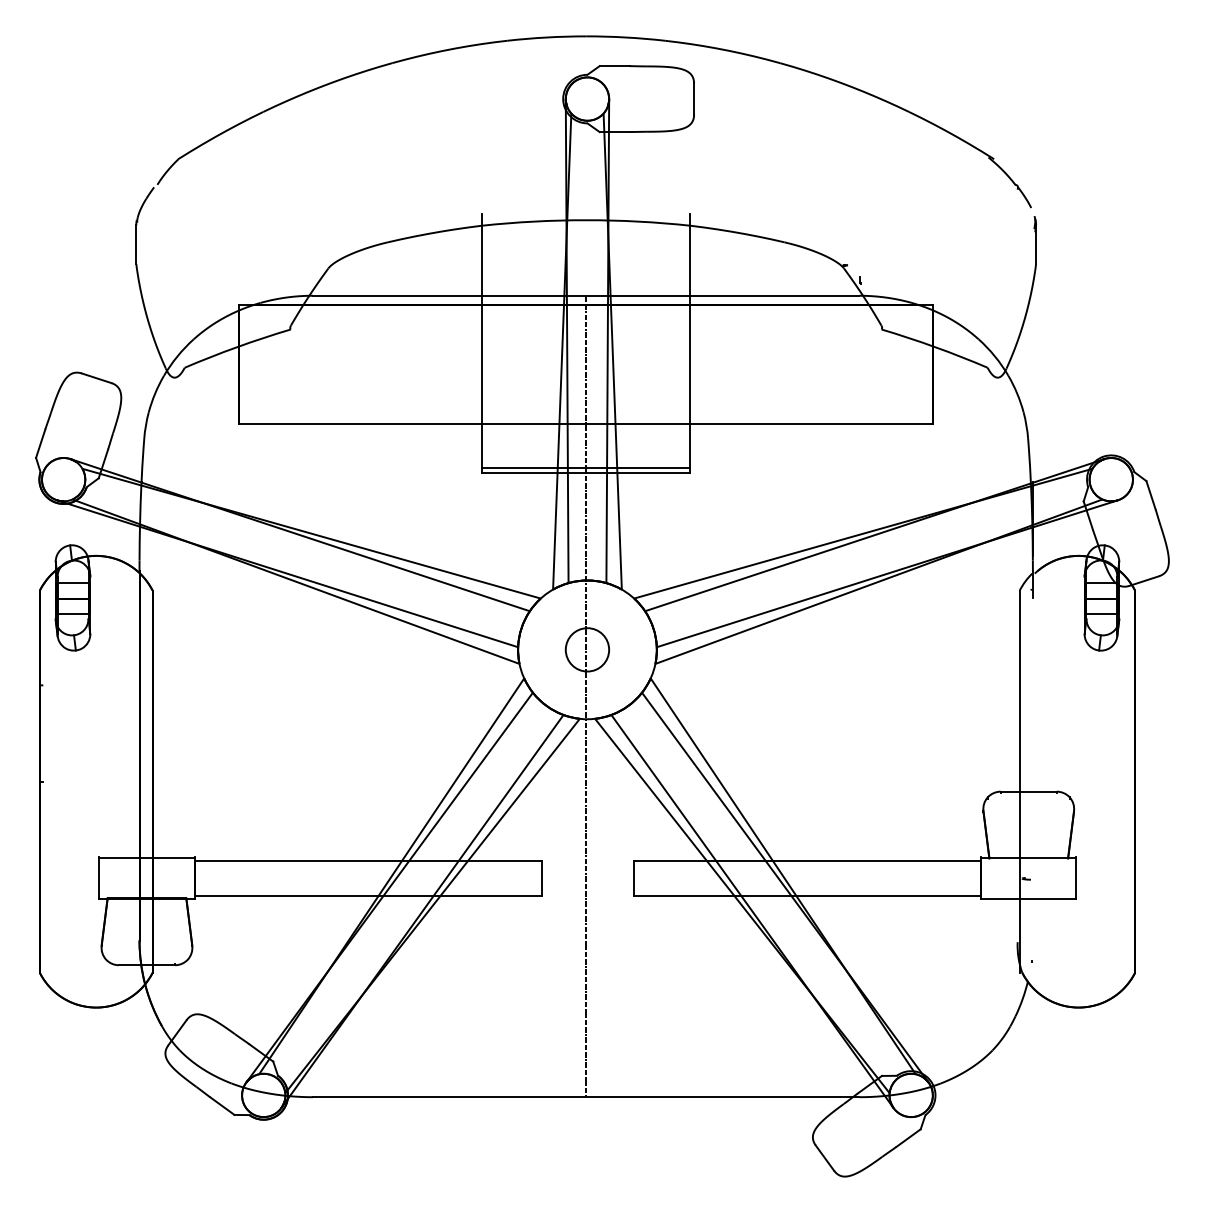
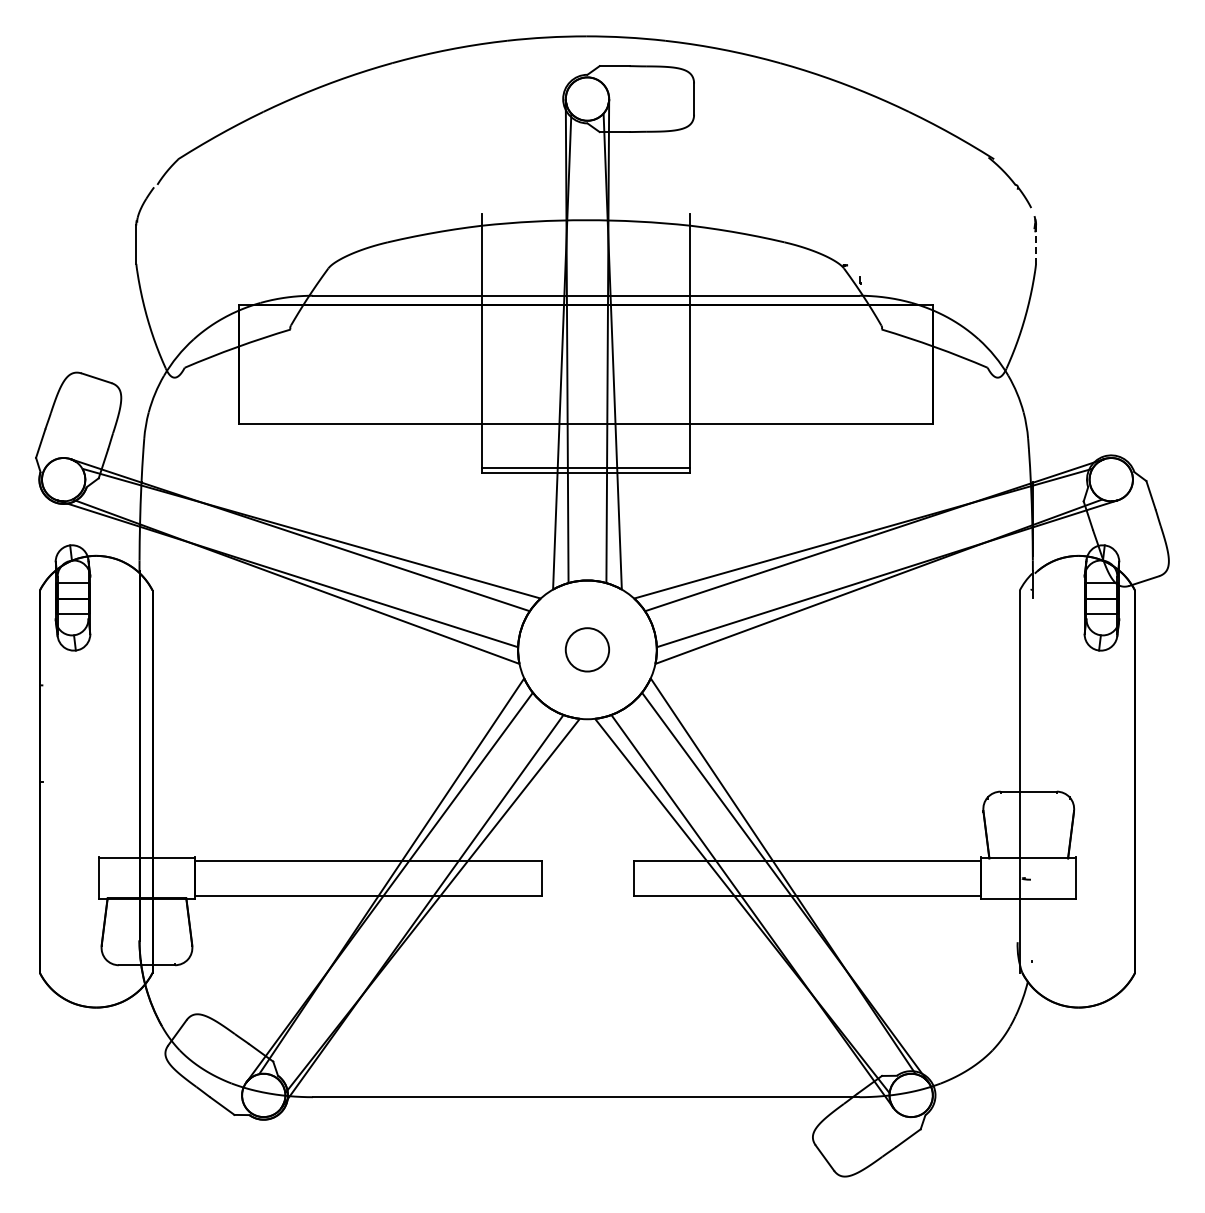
line at (1036, 245): solid -> dashed
line at (586, 696): present -> none
